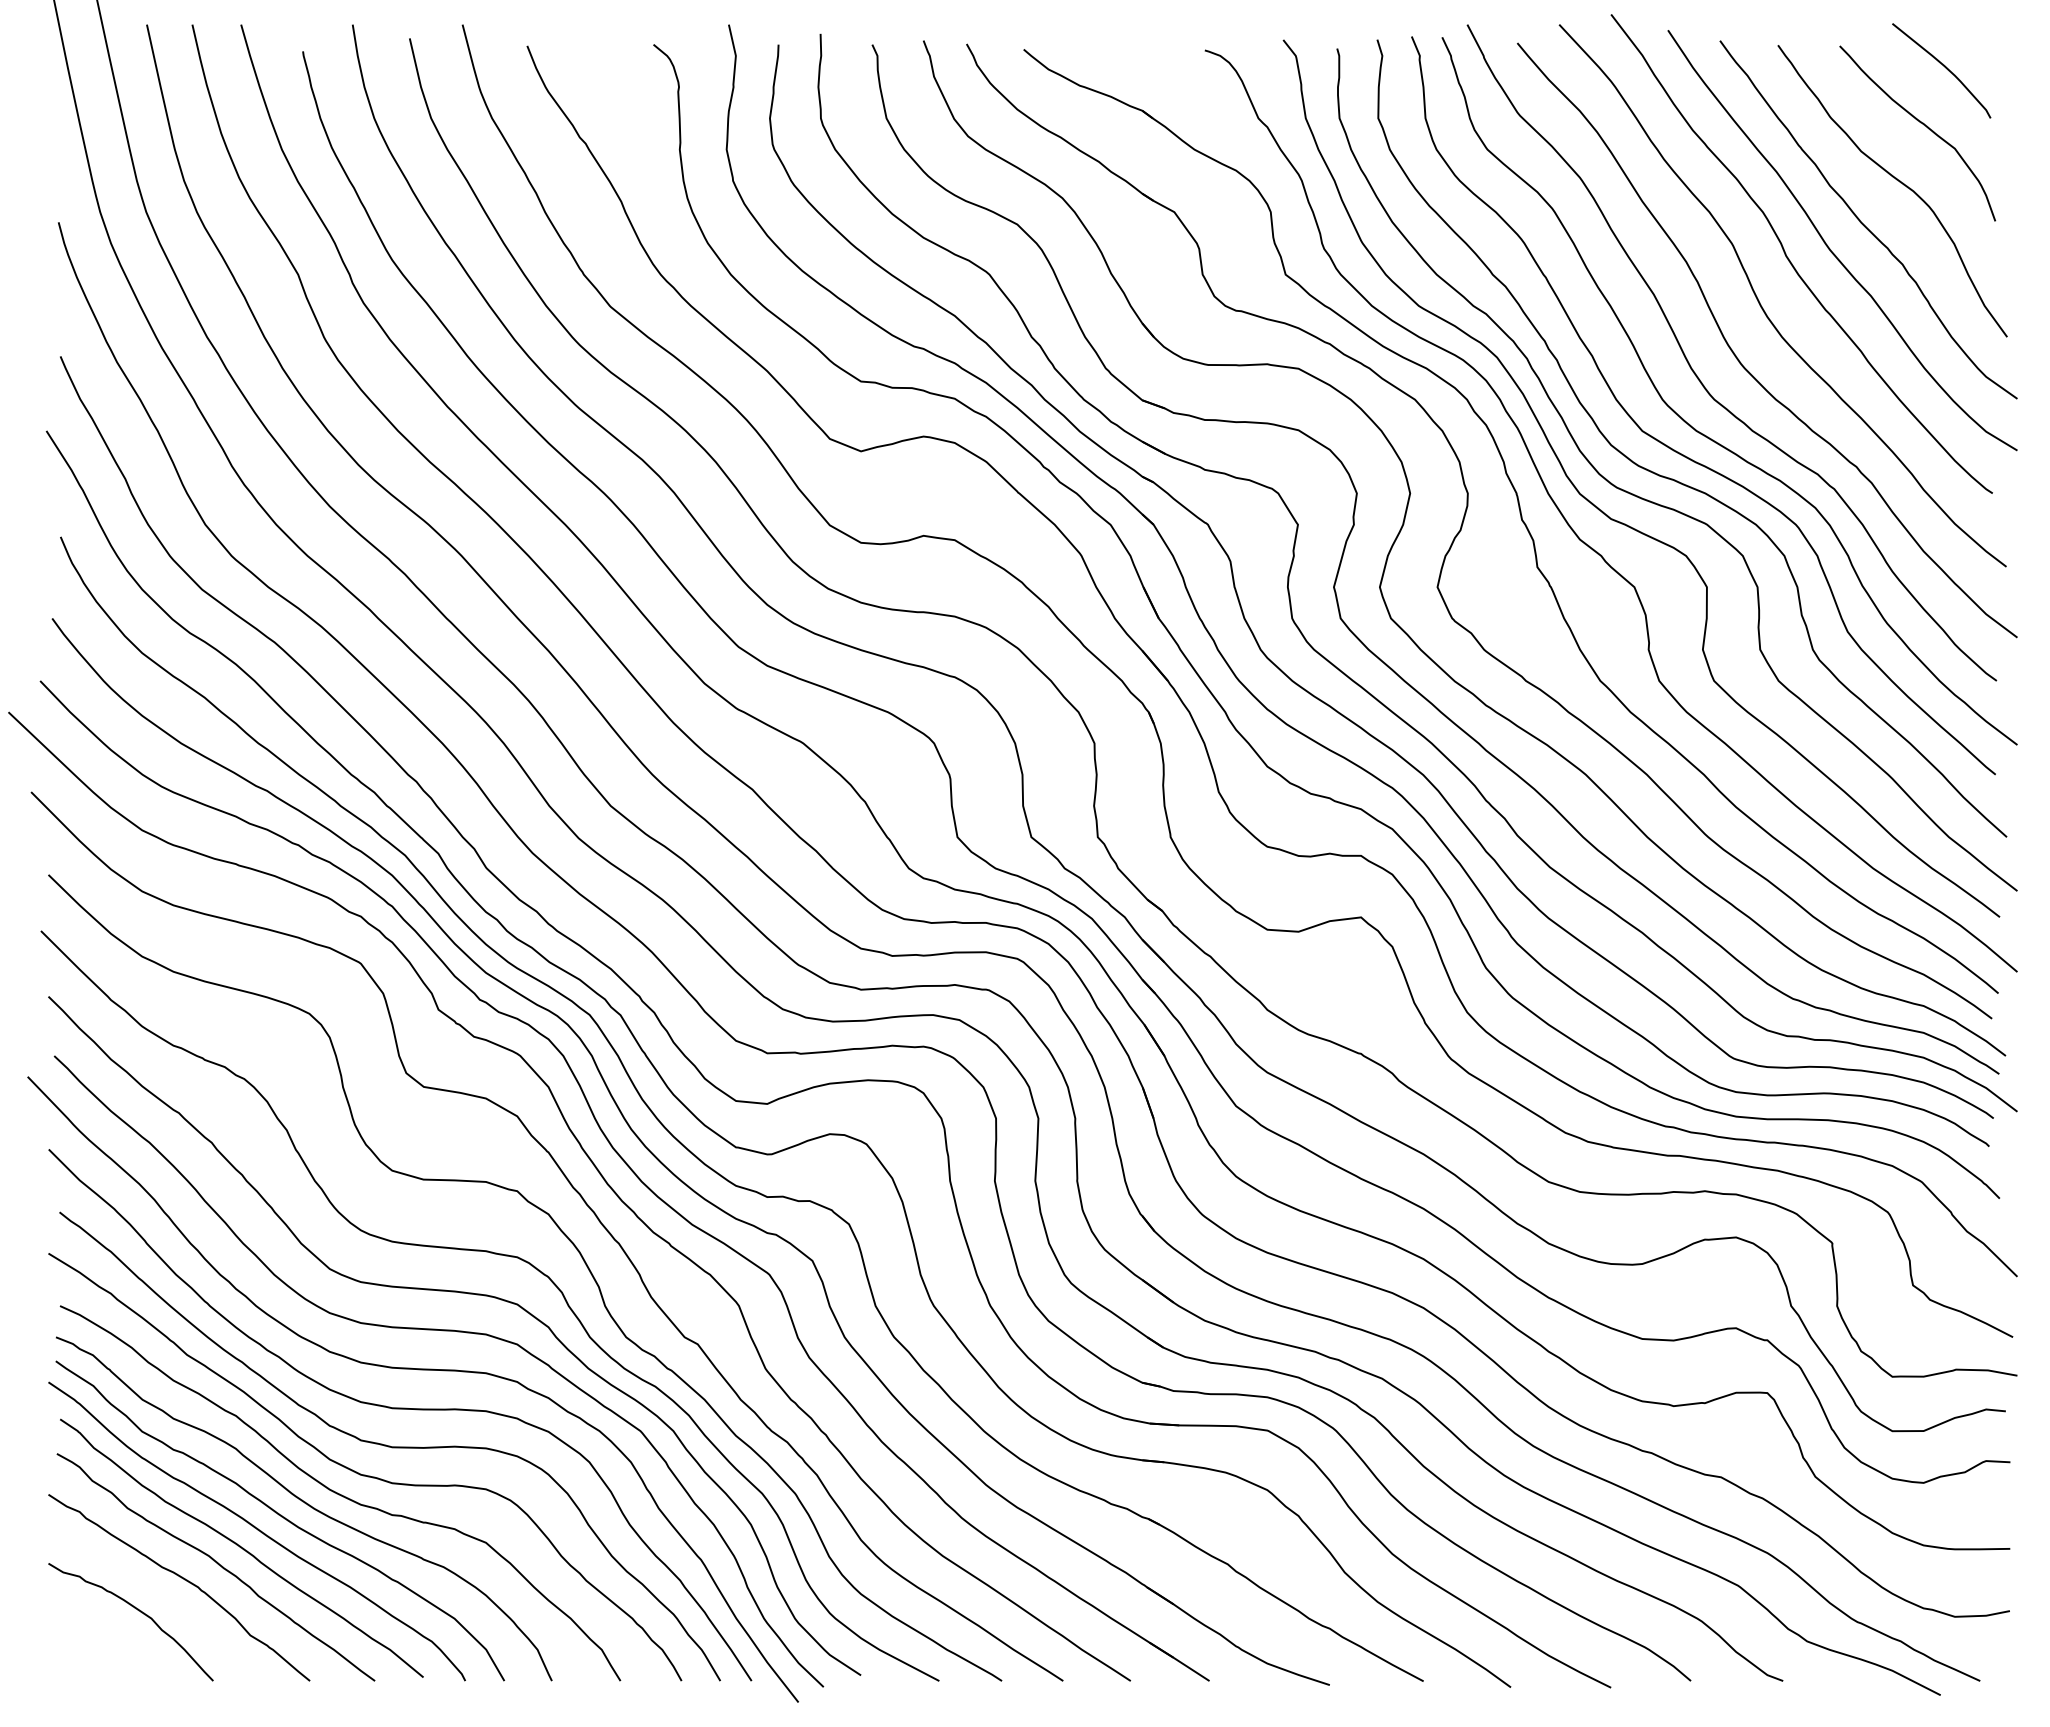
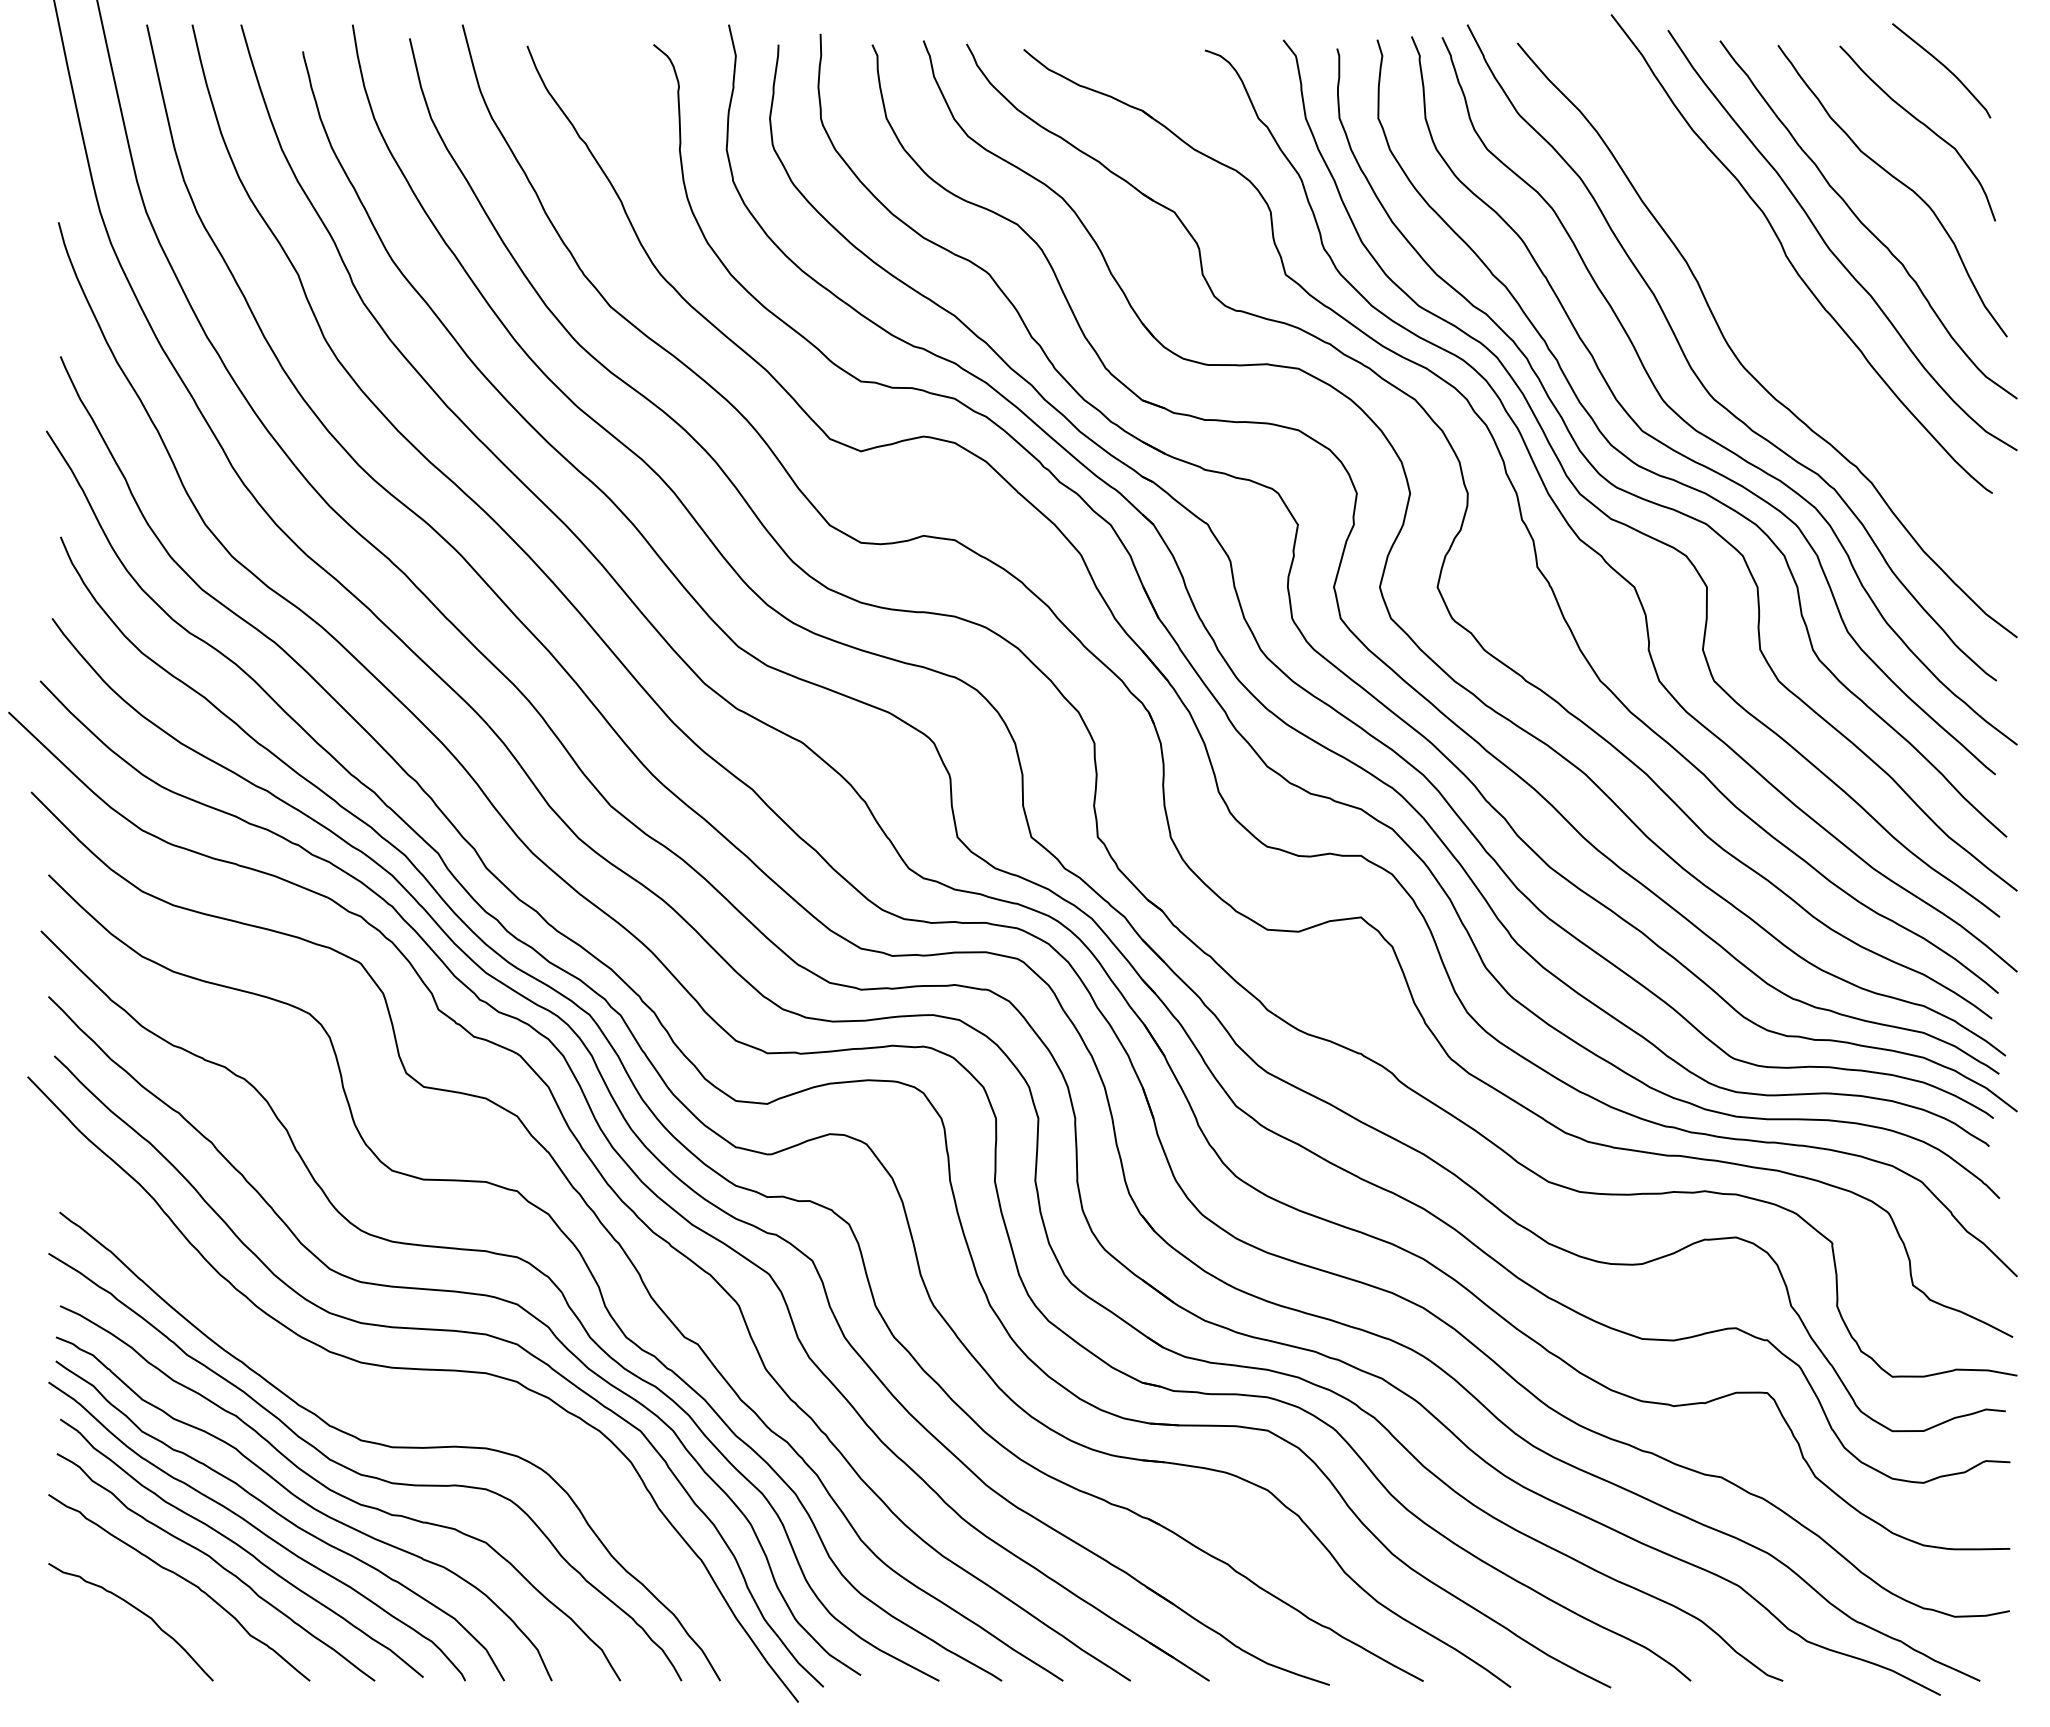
curve at (1764, 309): present -> none
curve at (400, 1409): present -> none
